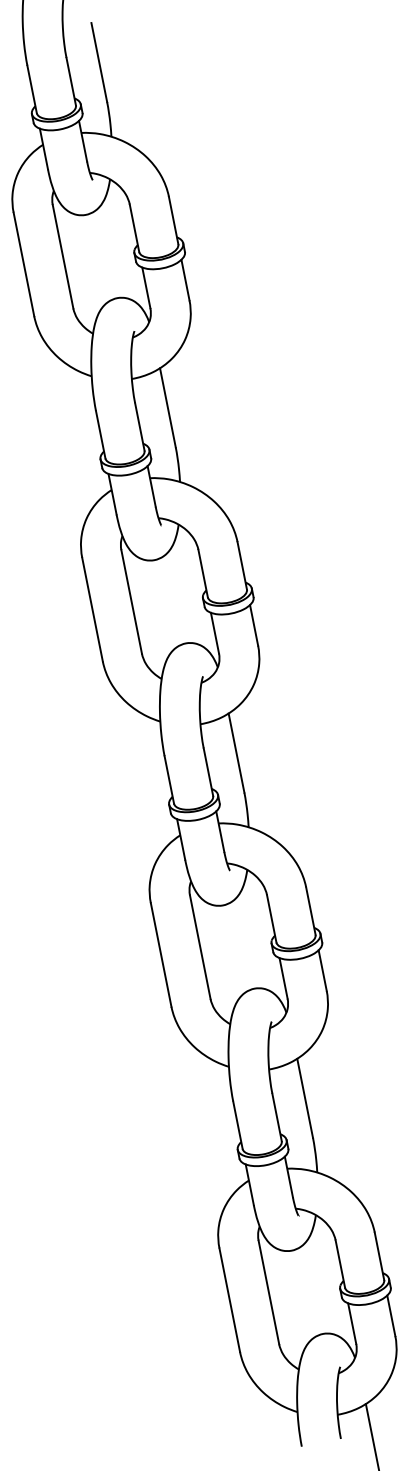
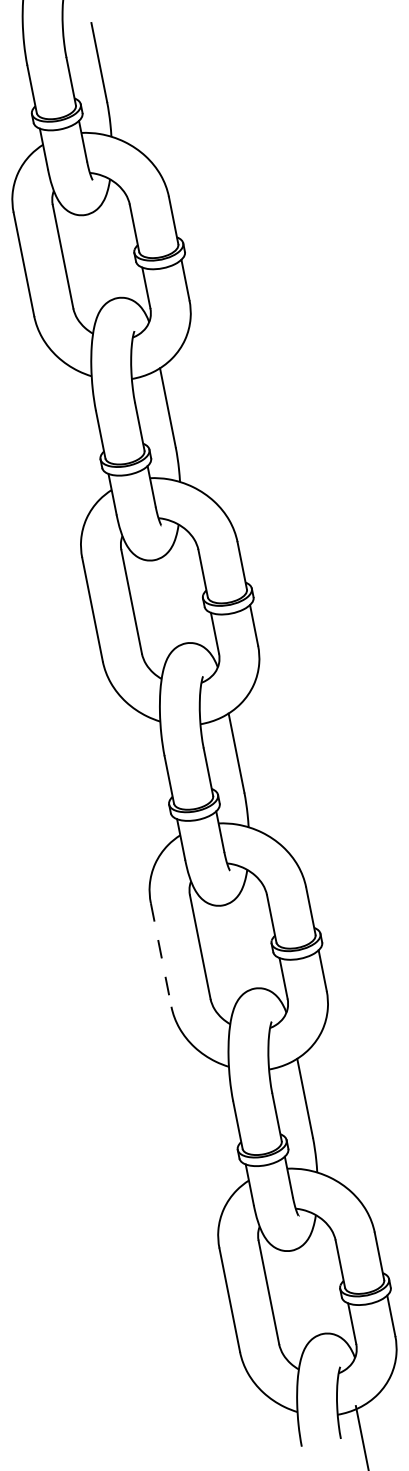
line at (161, 954): solid -> dashed
line at (371, 1435) position: (371, 1435) -> (361, 1436)
